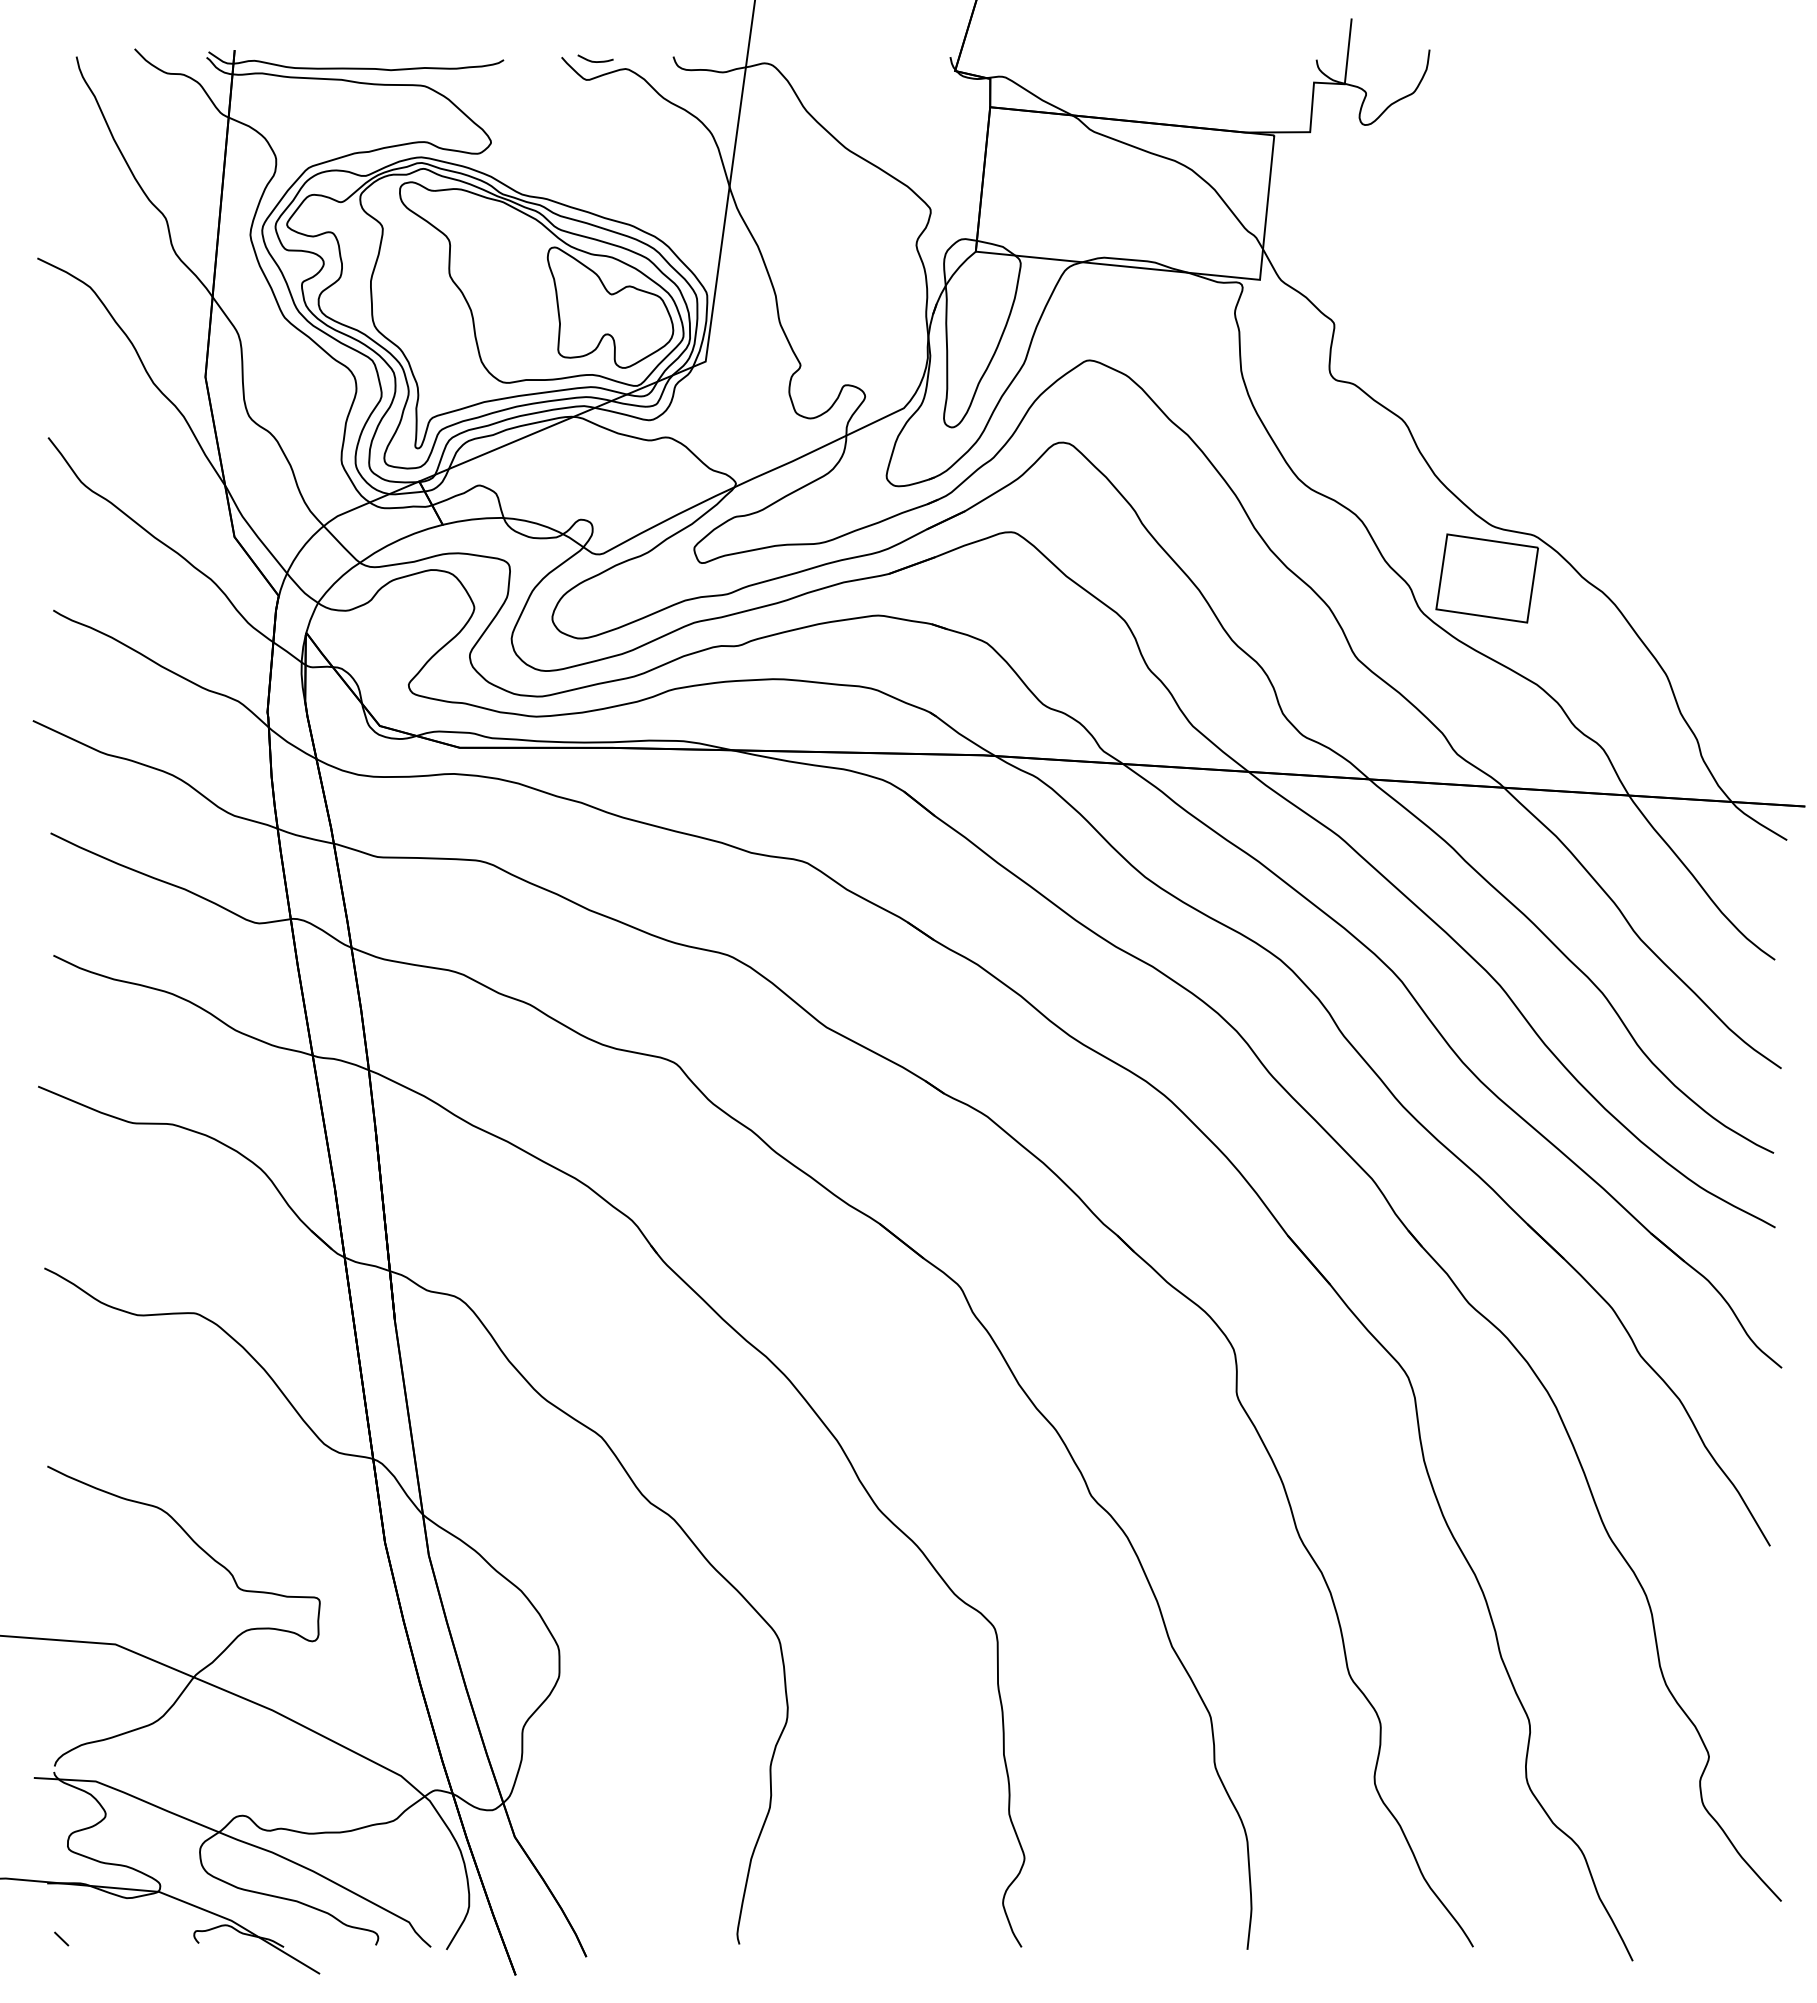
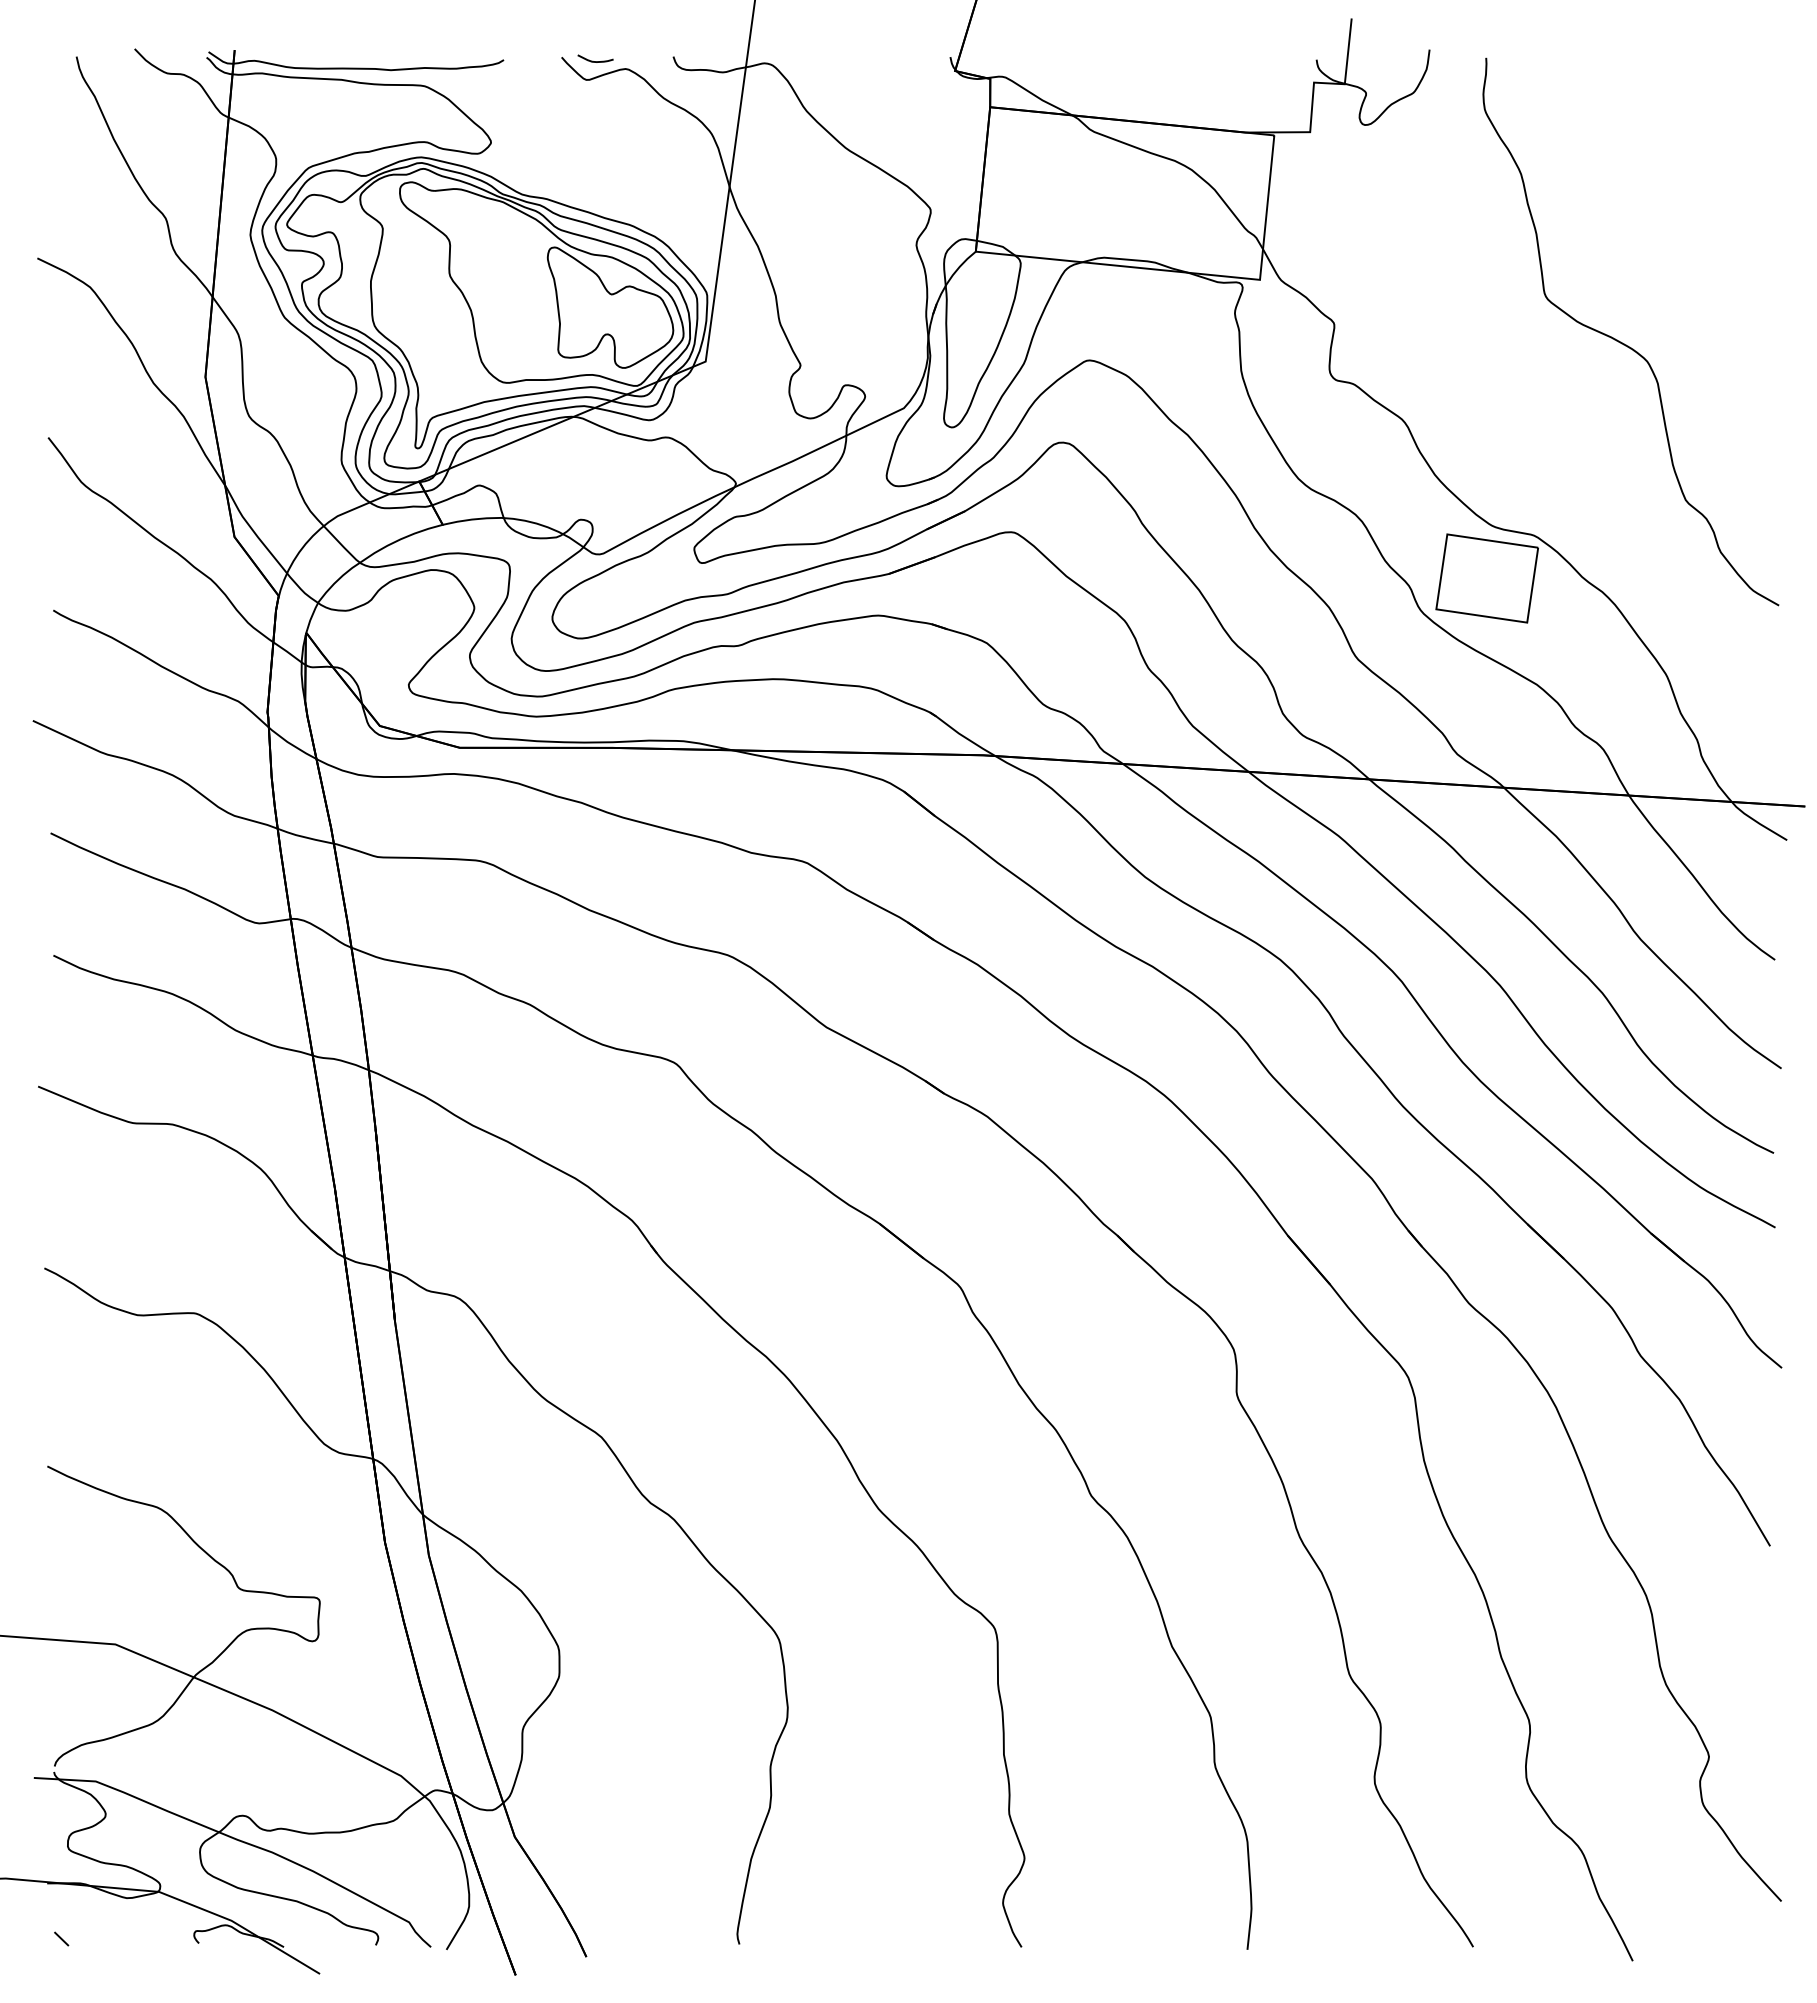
curve at (1624, 343): none -> present
